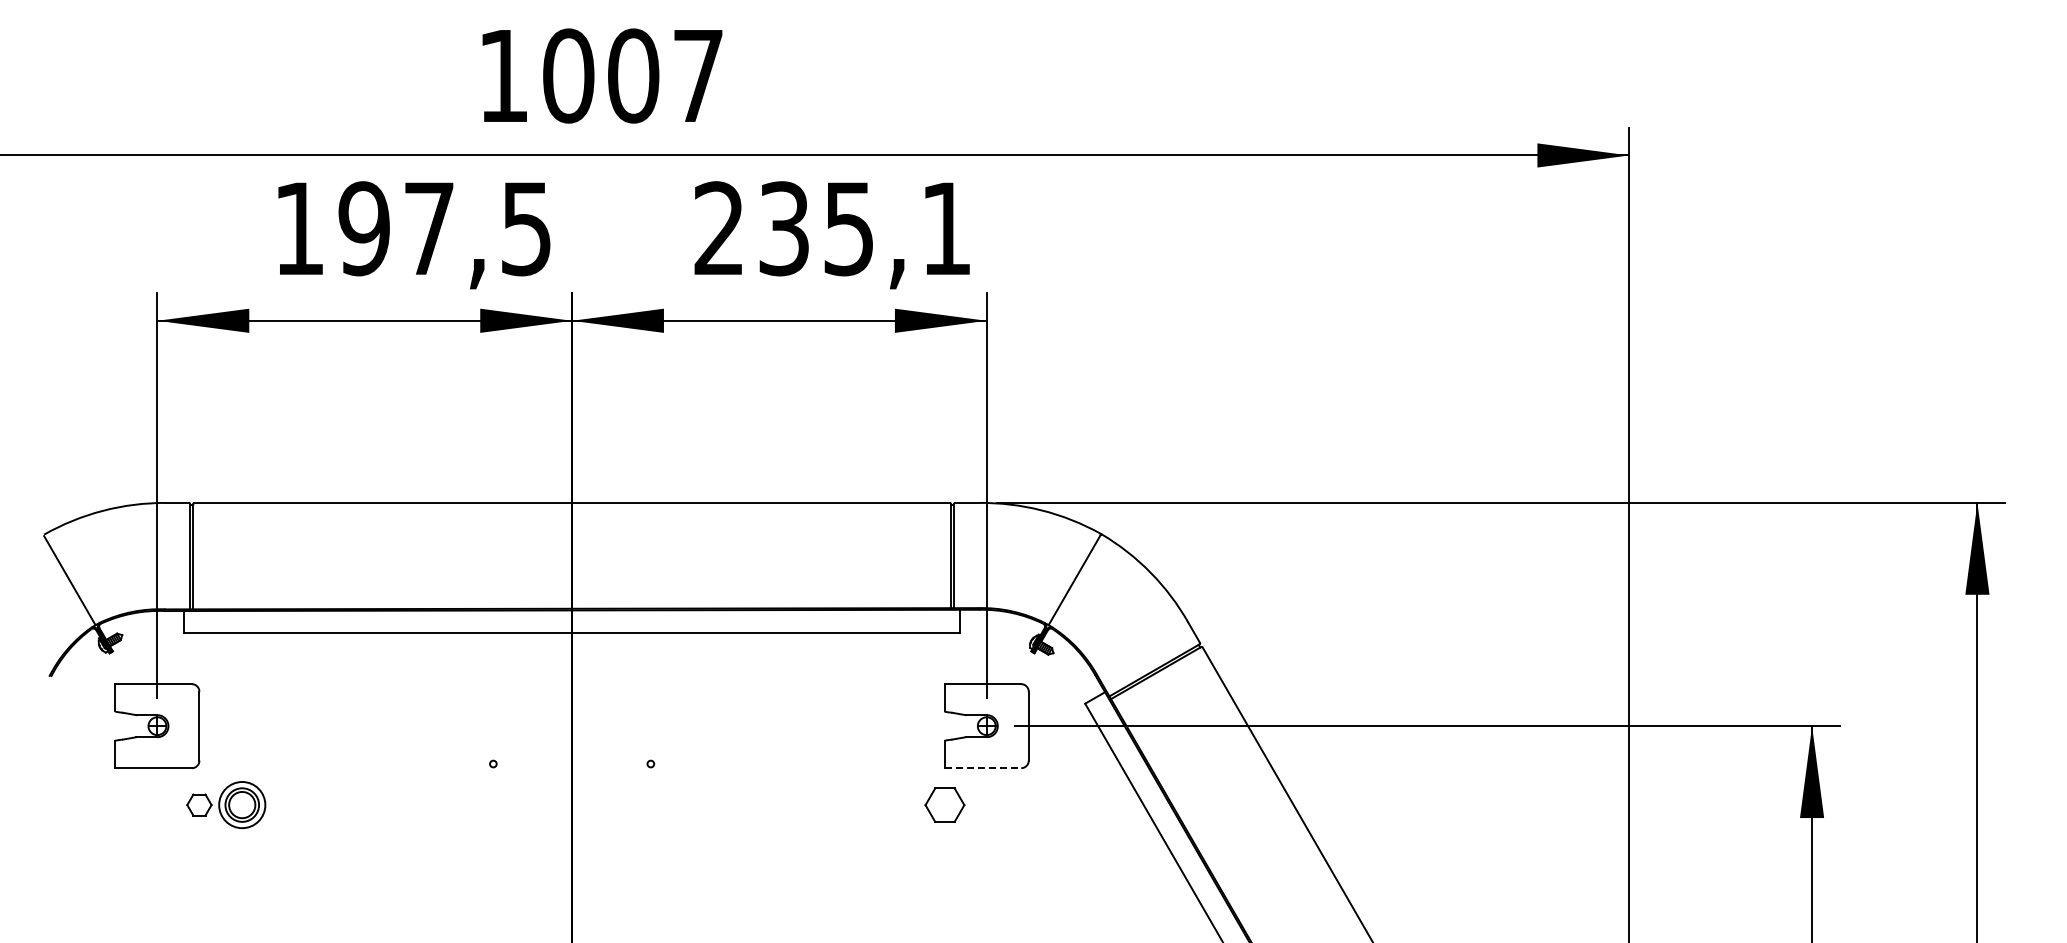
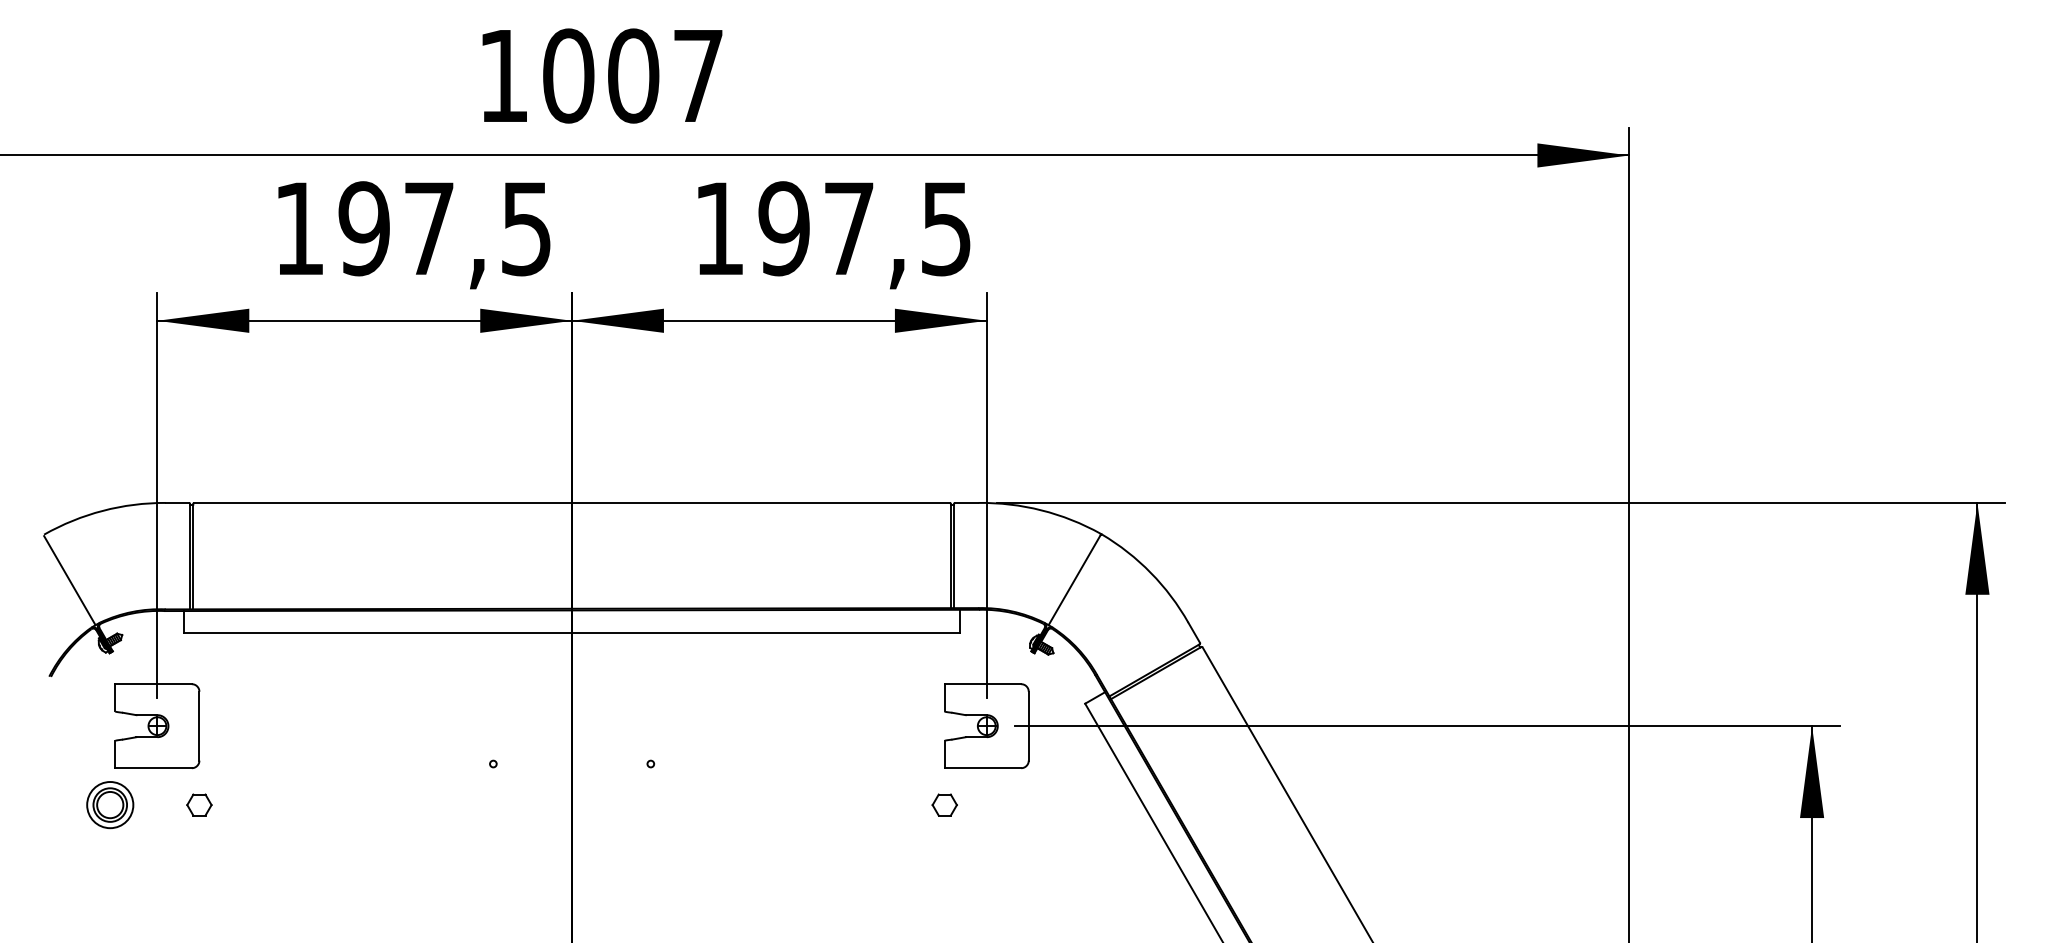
text at (832, 228): 235,1 -> 197,5
line at (983, 768): dashed -> solid
part at (944, 804) size: 42x36 px -> 27x24 px
part at (242, 805) position: (242, 805) -> (110, 805)
